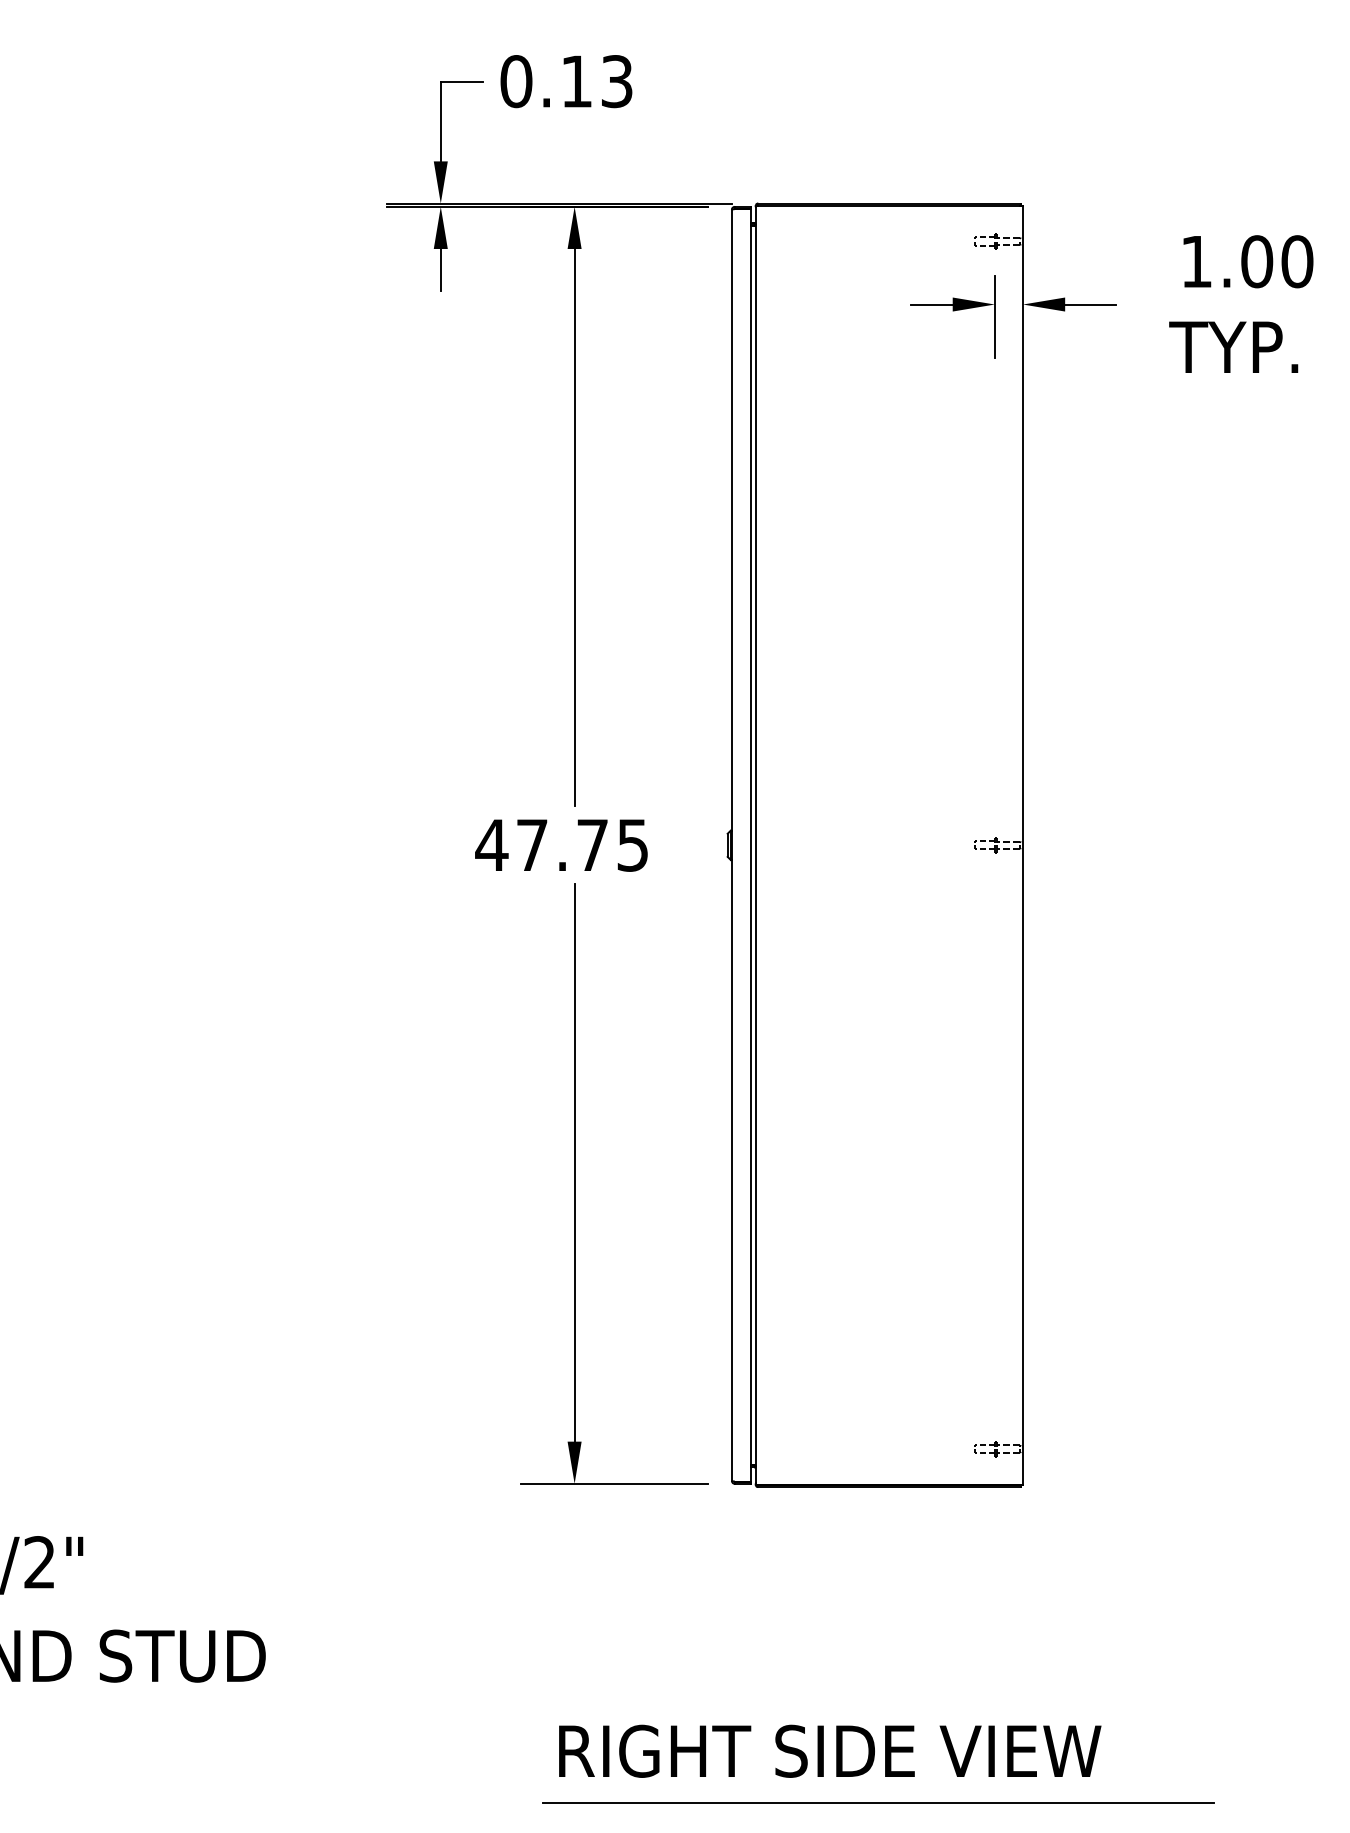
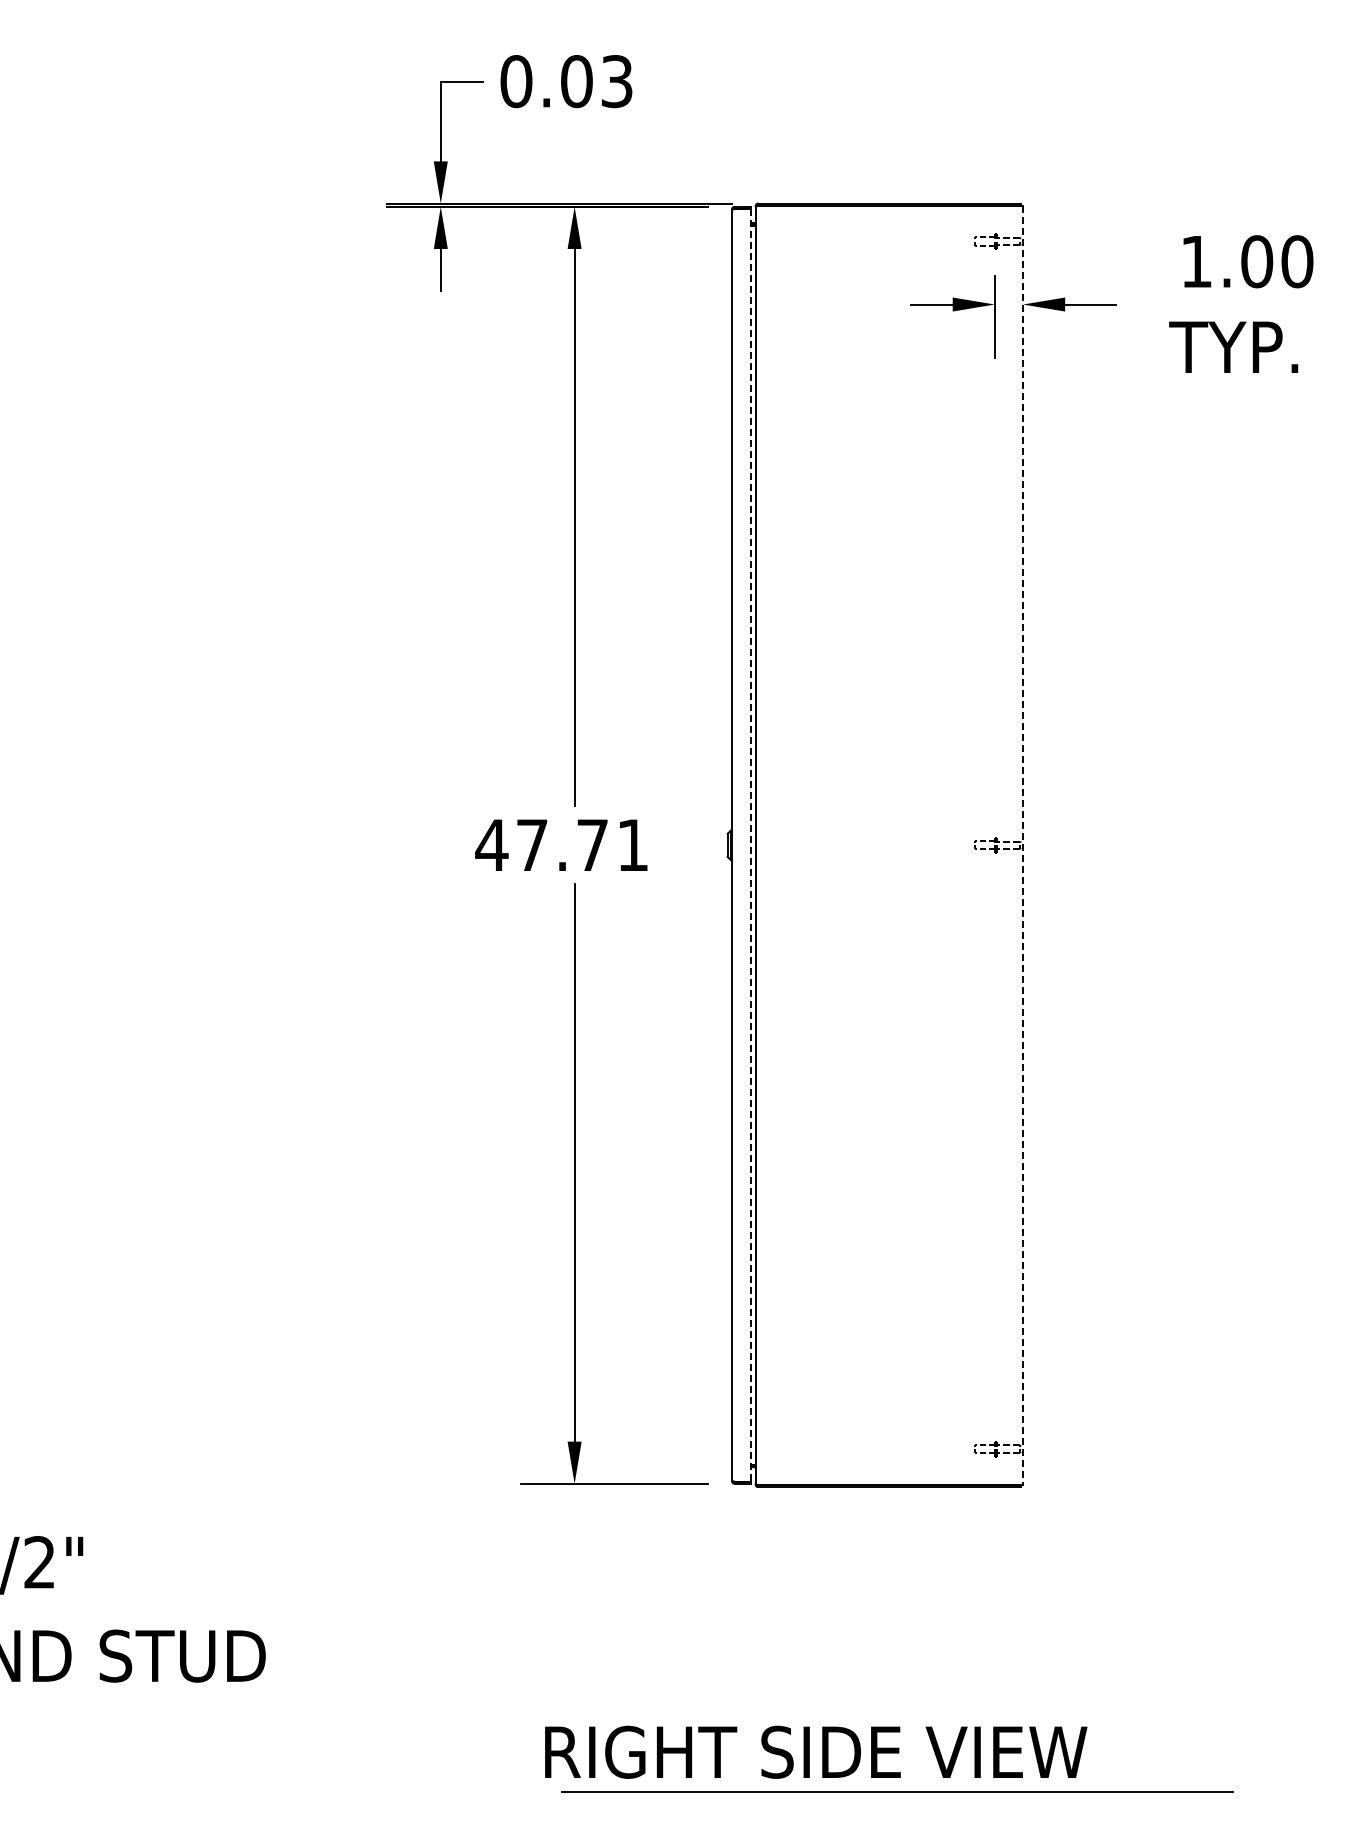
text at (576, 81): 0.13 -> 0.03
text at (632, 845): 47.75 -> 47.71
line at (751, 845): solid -> dashed
line at (1023, 845): solid -> dashed
text at (830, 1750) position: (830, 1750) -> (816, 1751)
line at (878, 1802) position: (878, 1802) -> (897, 1791)
